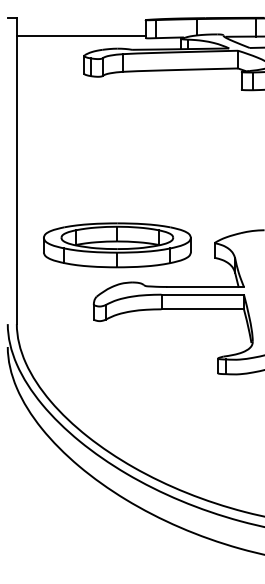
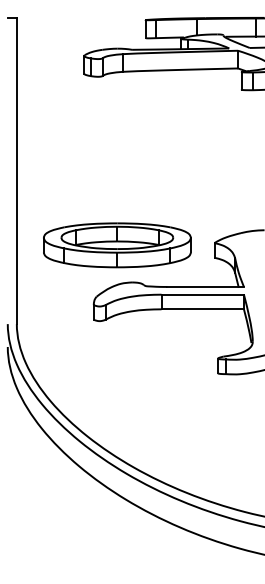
line at (81, 35): present -> none
